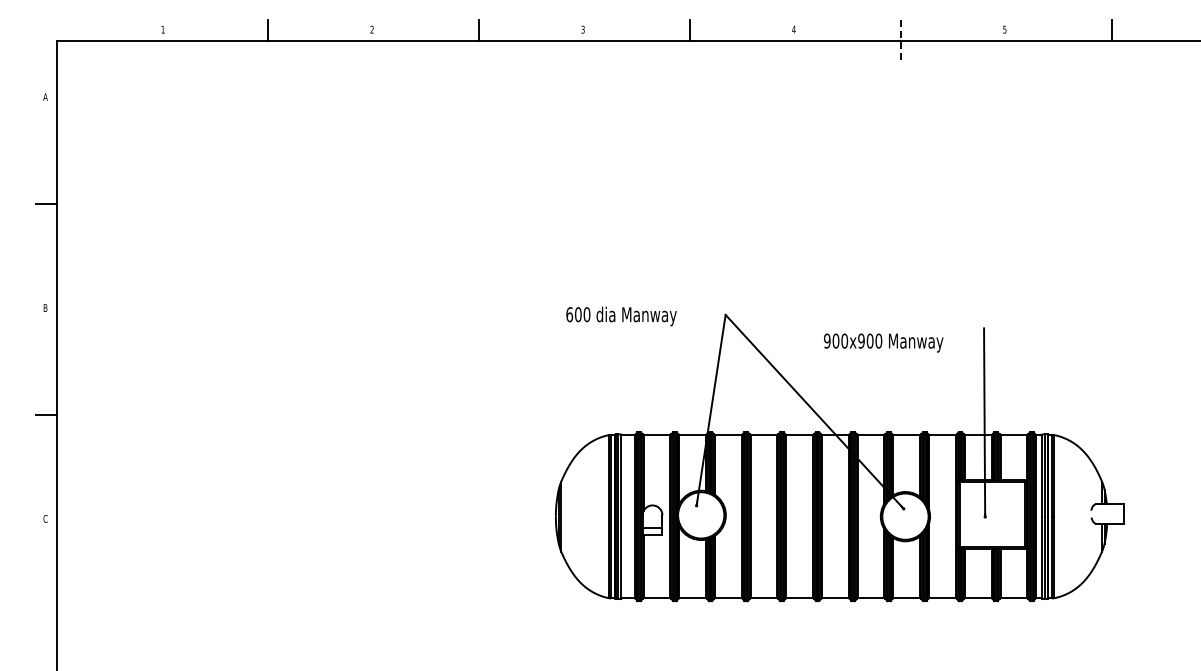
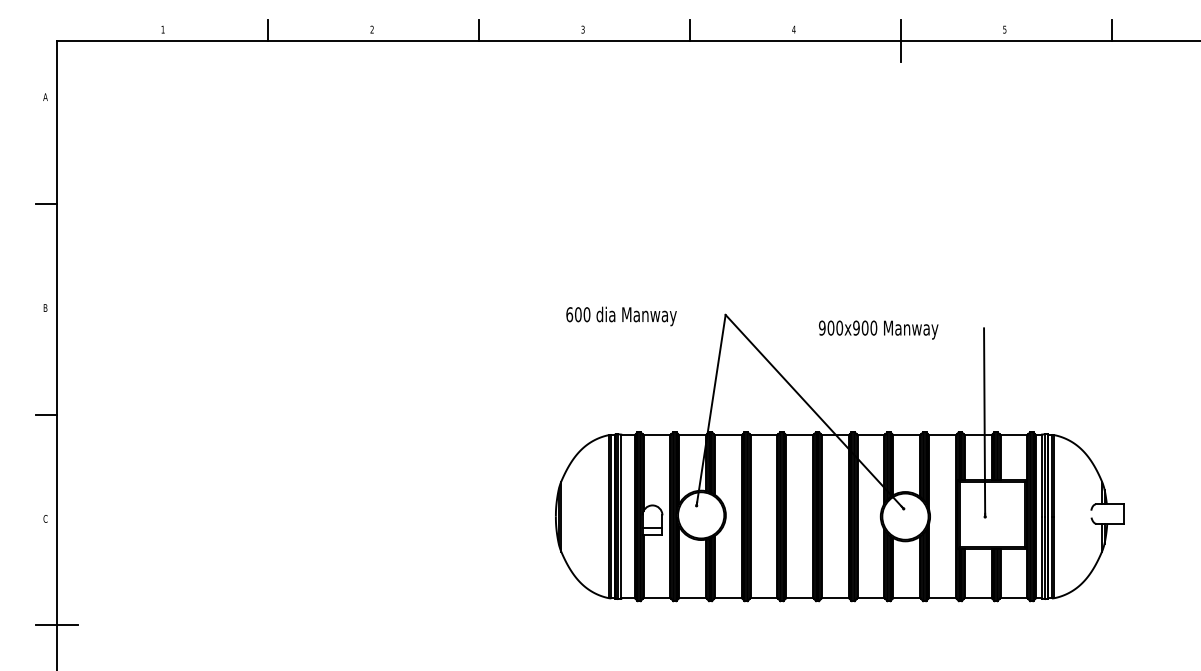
line at (900, 41): dashed -> solid
text at (883, 342) position: (883, 342) -> (878, 329)
line at (57, 625): none -> present
